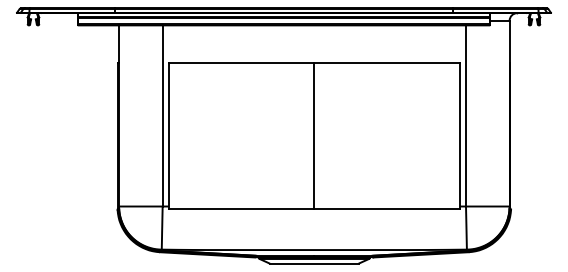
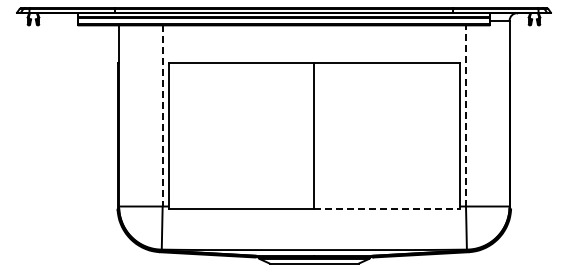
line at (162, 115): solid -> dashed
line at (466, 115): solid -> dashed
line at (387, 208): solid -> dashed
